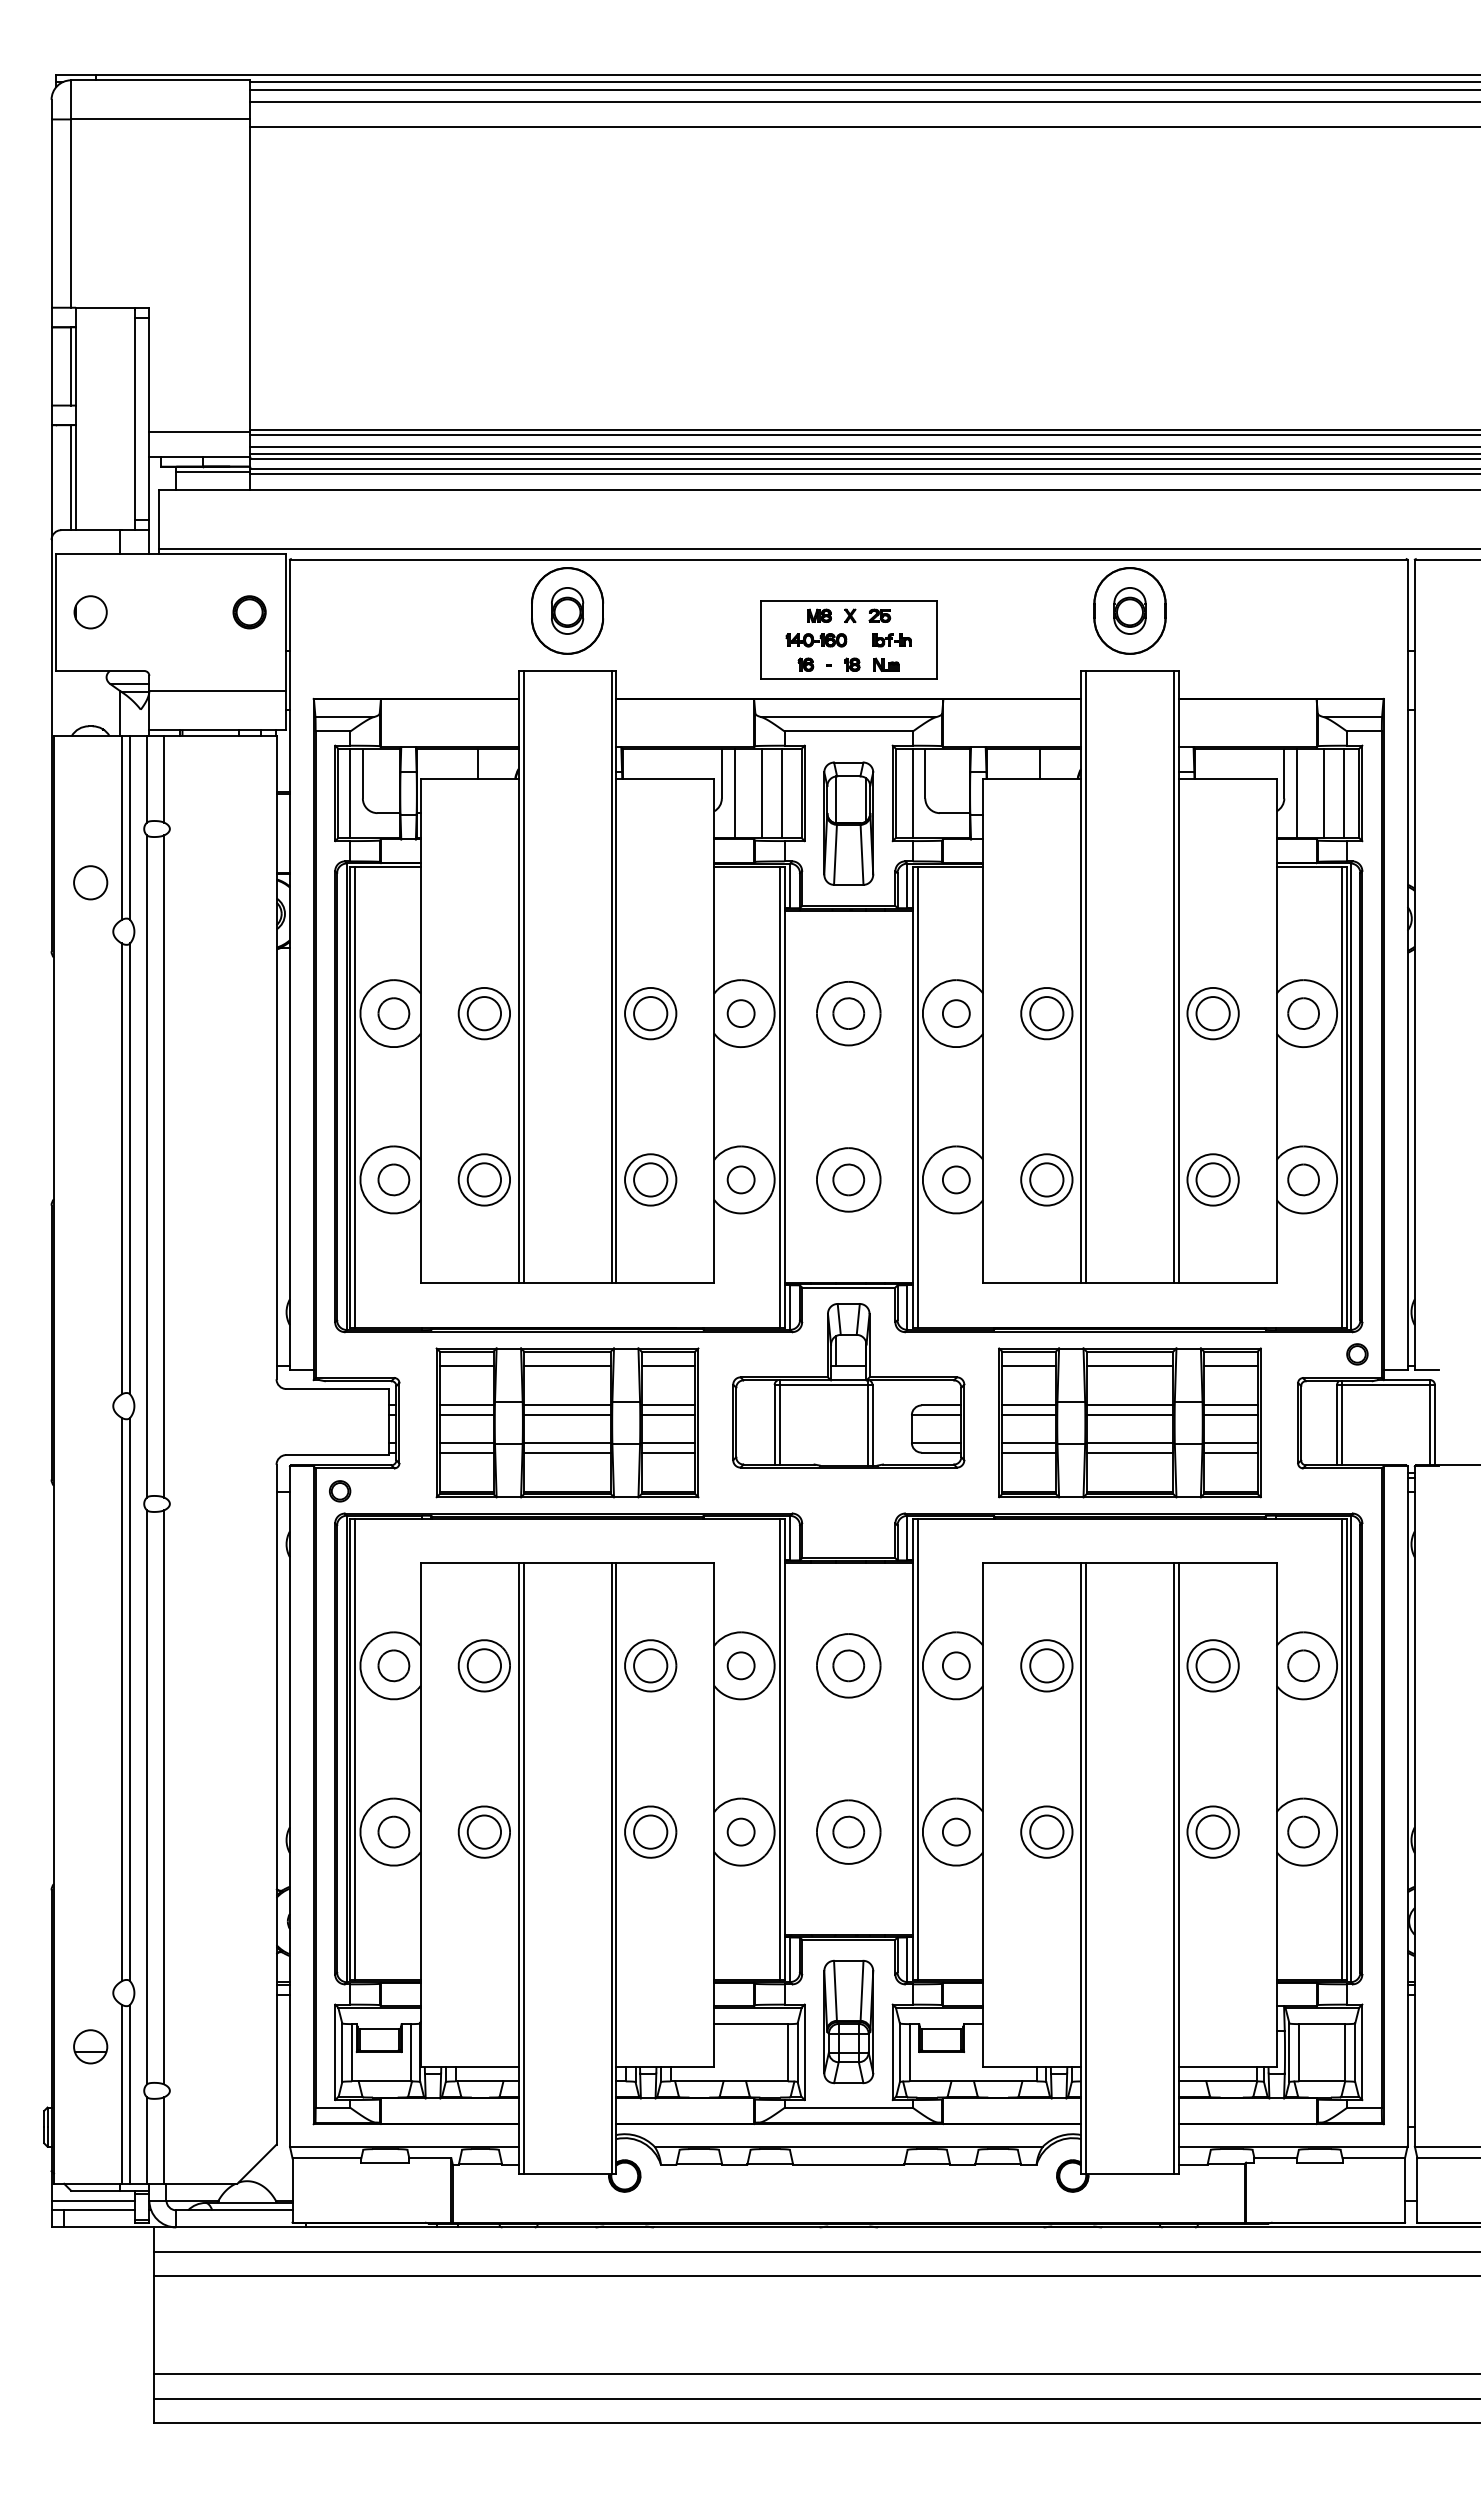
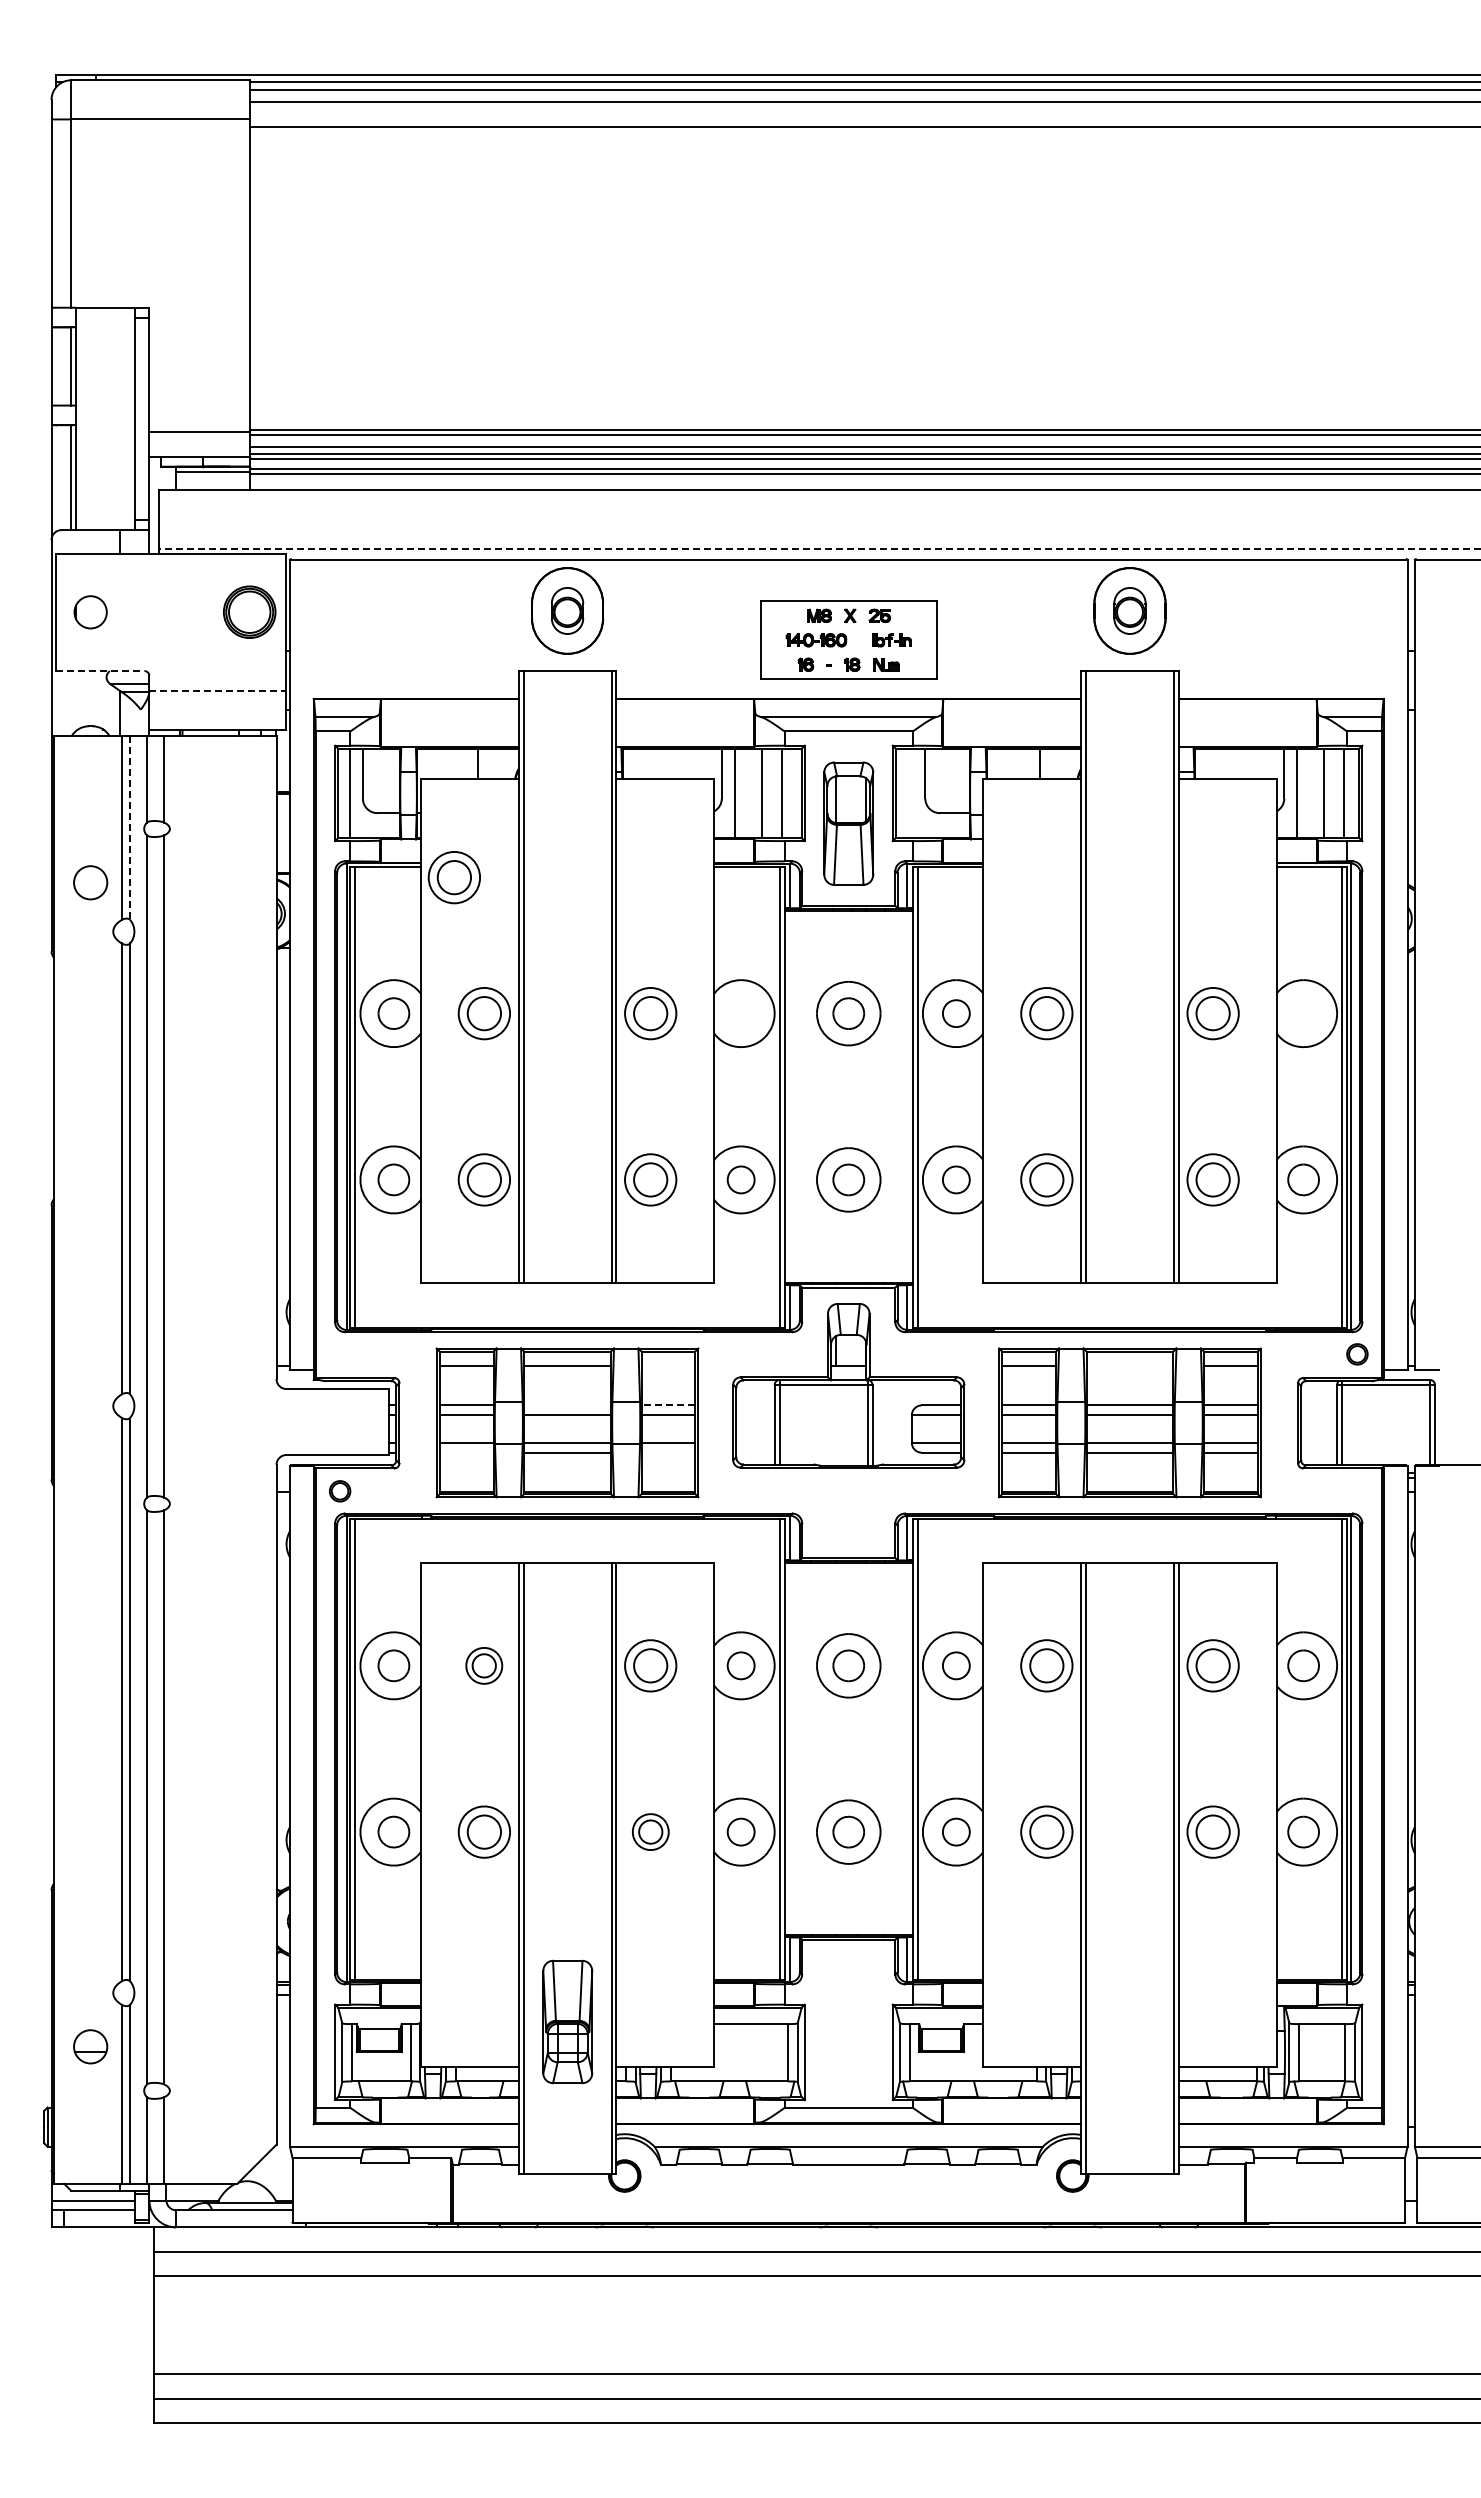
line at (819, 548): solid -> dashed
part at (249, 612) size: 35x35 px -> 54x54 px
line at (100, 671): solid -> dashed
line at (218, 690): solid -> dashed
line at (912, 793): present -> none
line at (130, 828): solid -> dashed
part at (453, 877): none -> present
circle at (740, 1013): present -> none
part at (1303, 1013): present -> none
line at (668, 1366): present -> none
line at (1129, 1366): present -> none
line at (567, 1405): present -> none
line at (668, 1405): solid -> dashed
line at (466, 1452): present -> none
line at (668, 1452): present -> none
part at (483, 1665) size: 54x54 px -> 39x38 px
part at (650, 1831) size: 54x54 px -> 38x38 px
part at (848, 2021) position: (848, 2021) -> (567, 2021)
